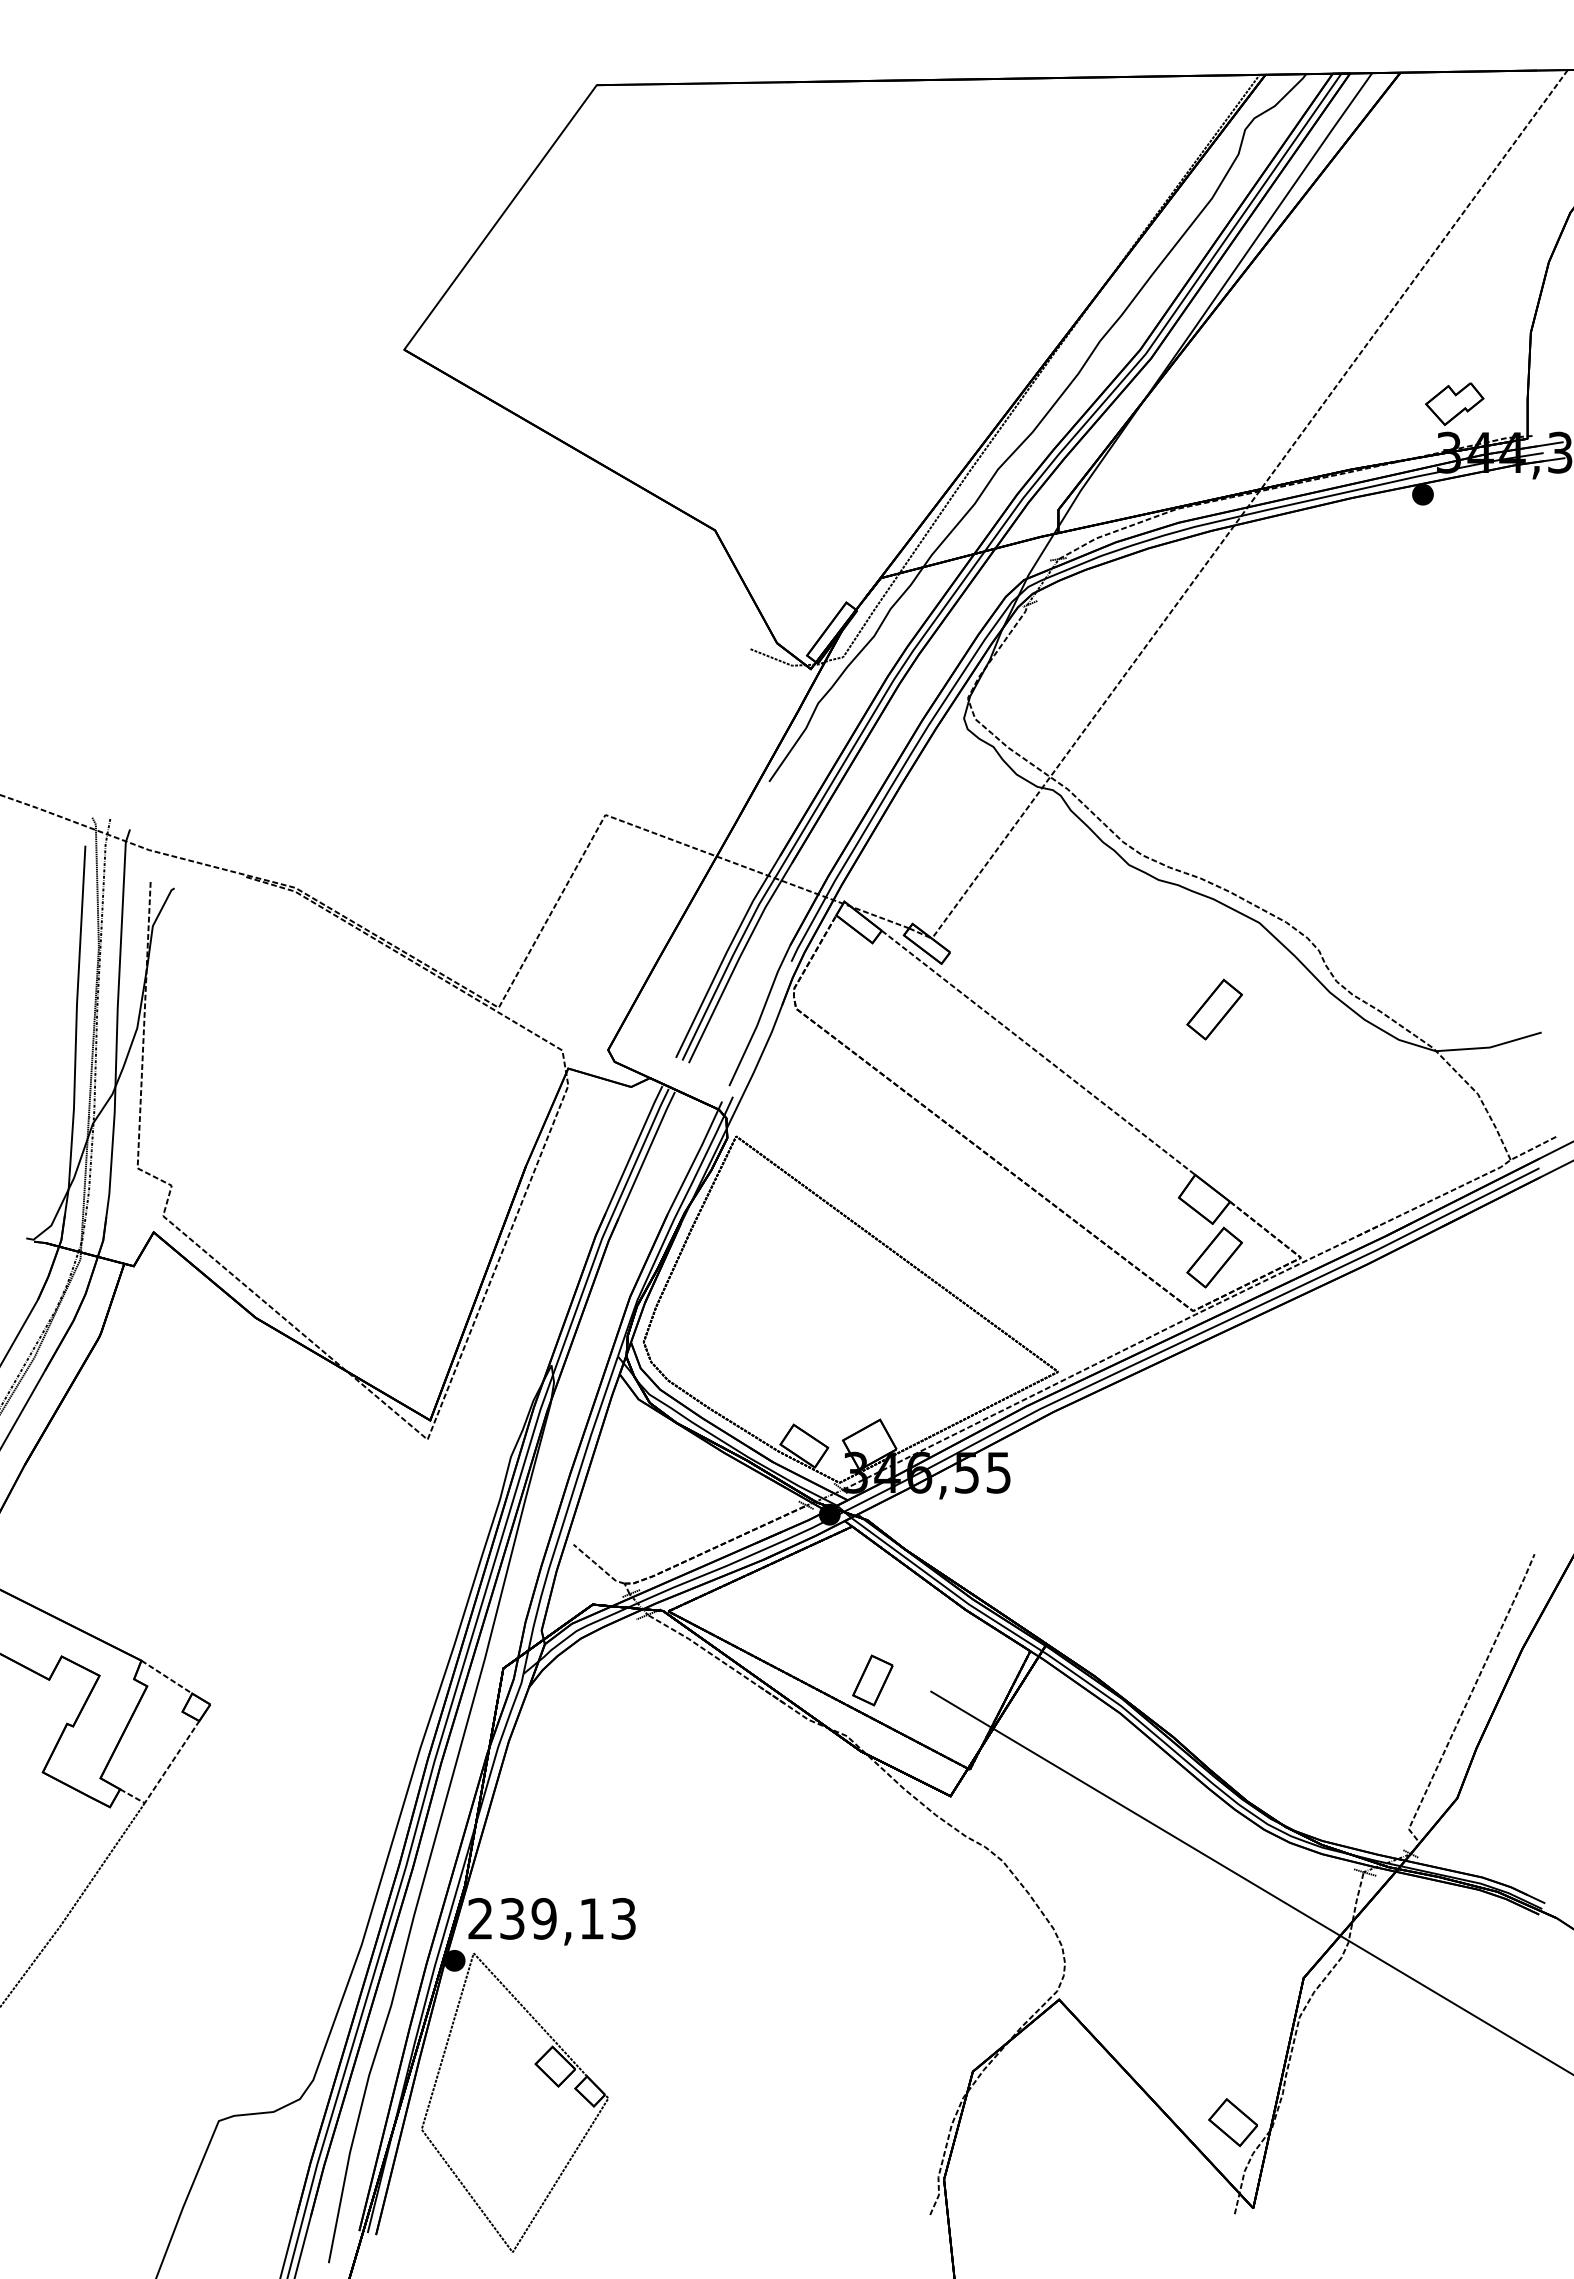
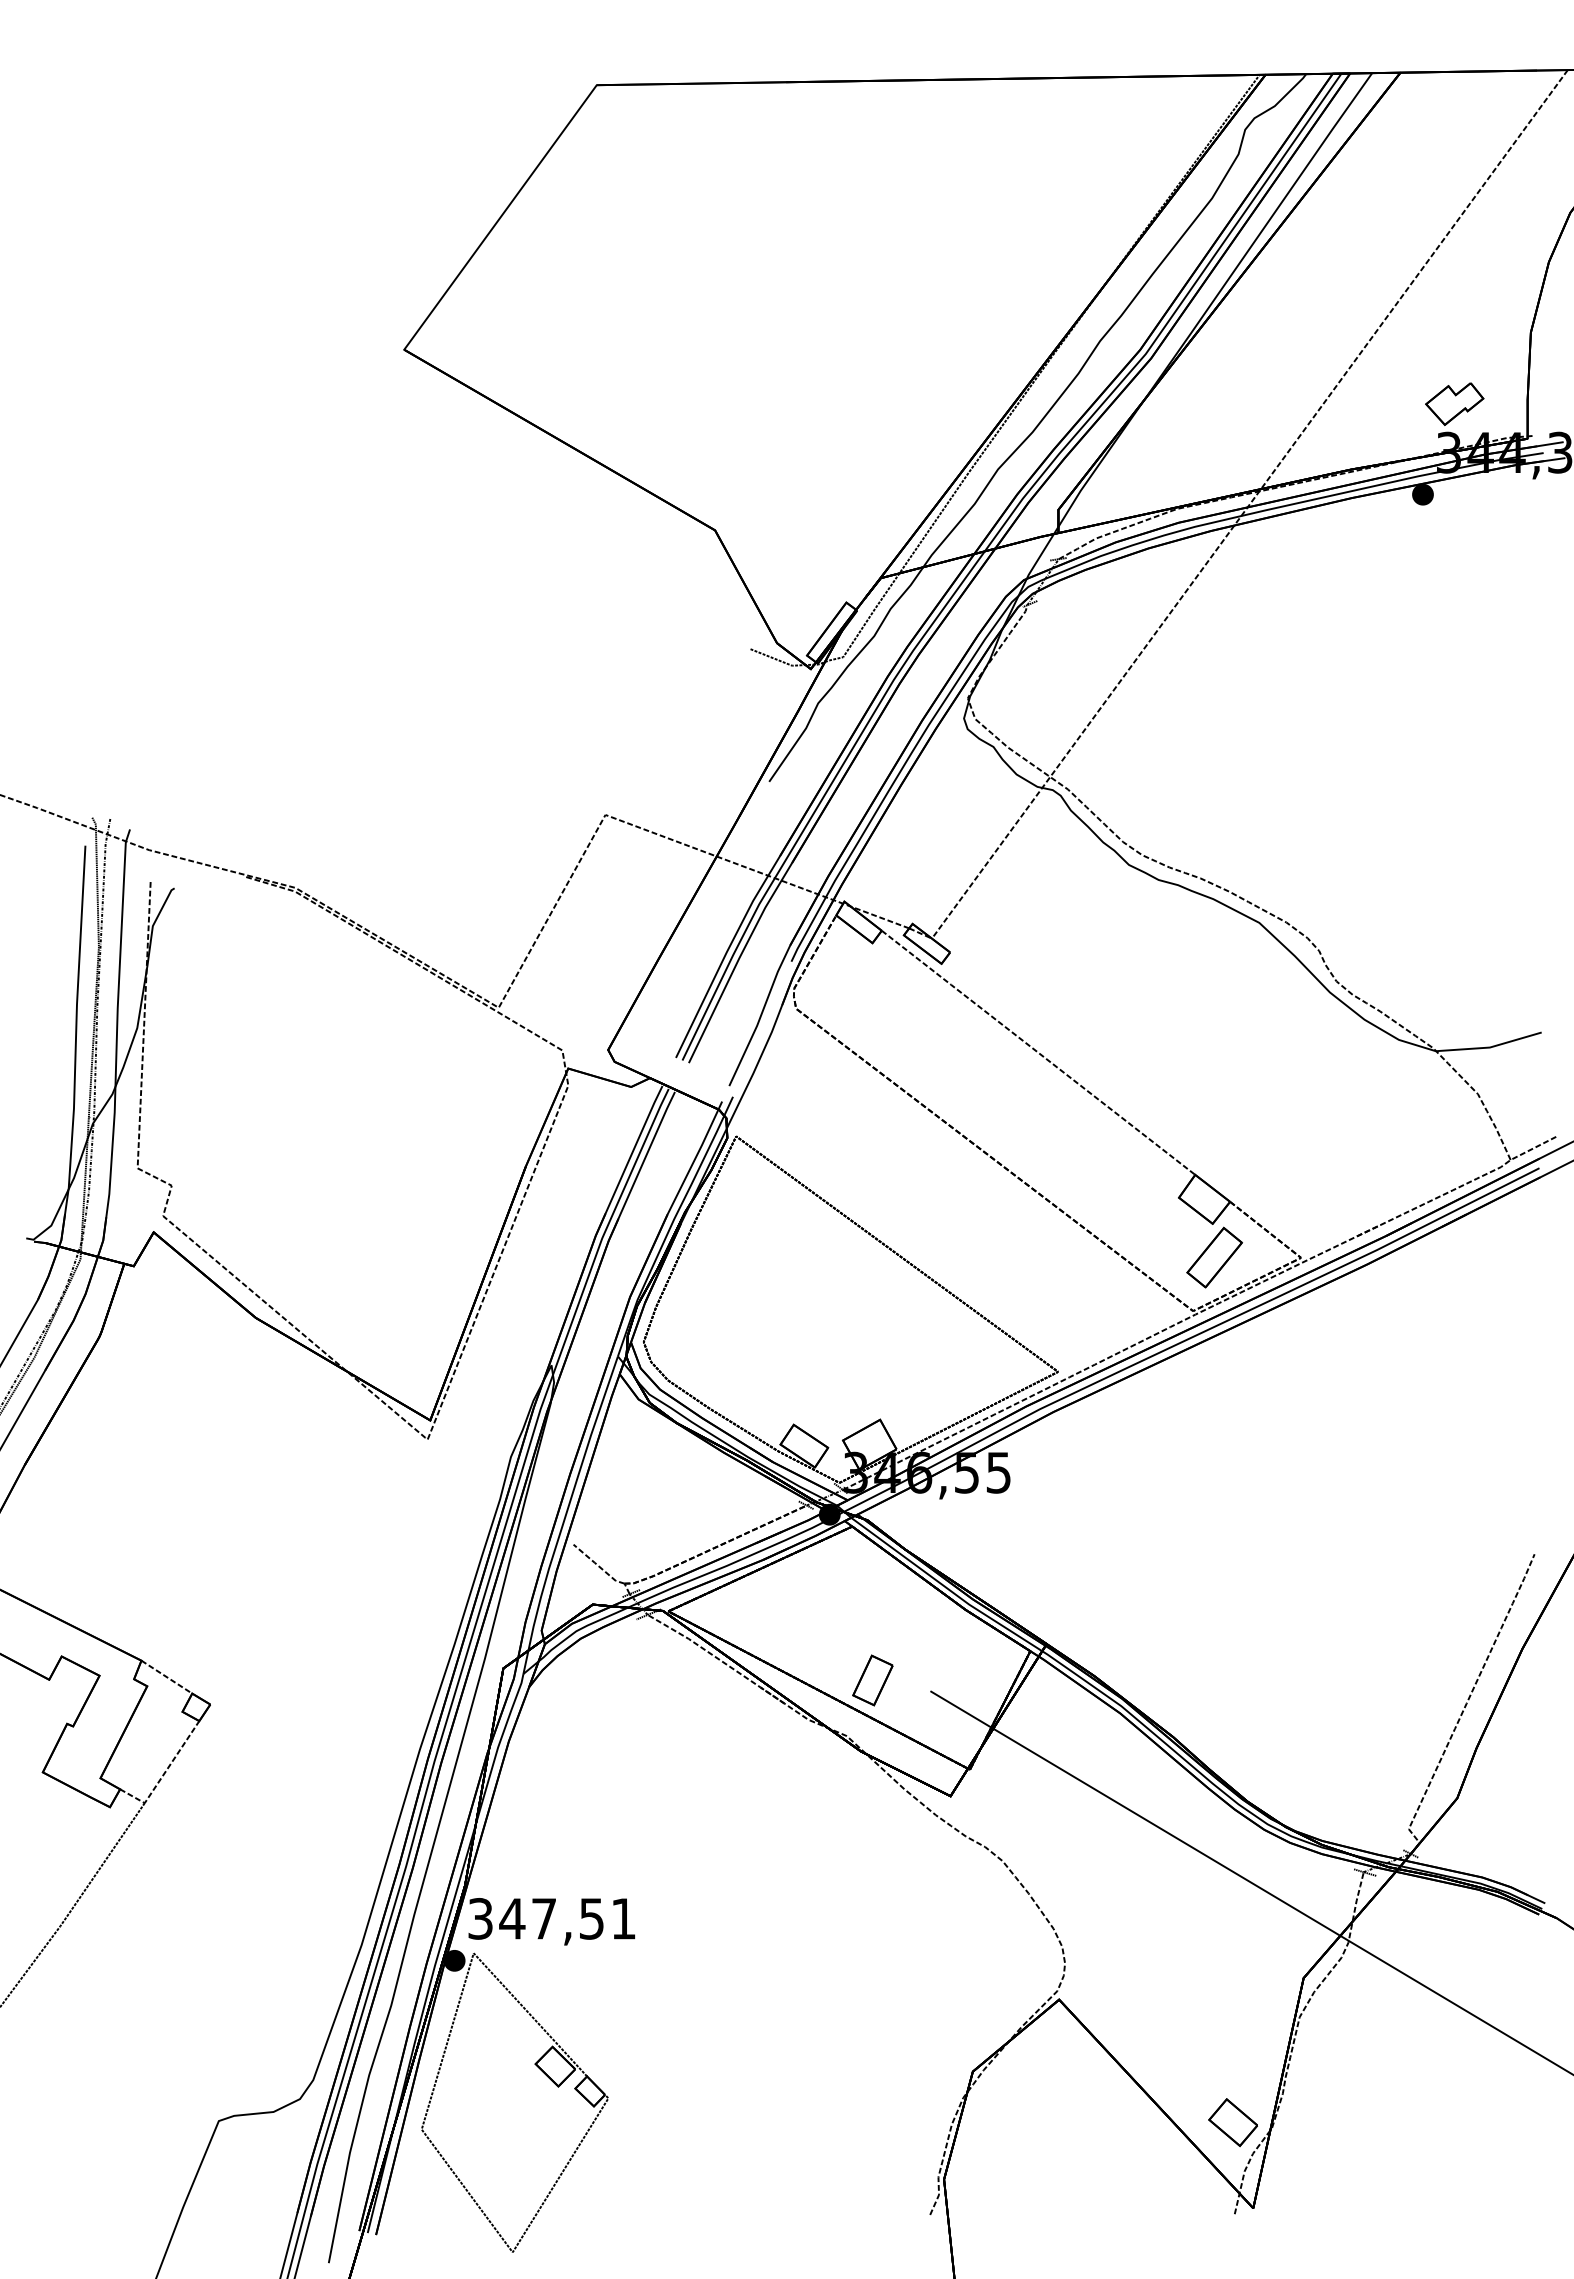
part at (1214, 1009): present -> none
text at (551, 1918): 239,13 -> 347,51
